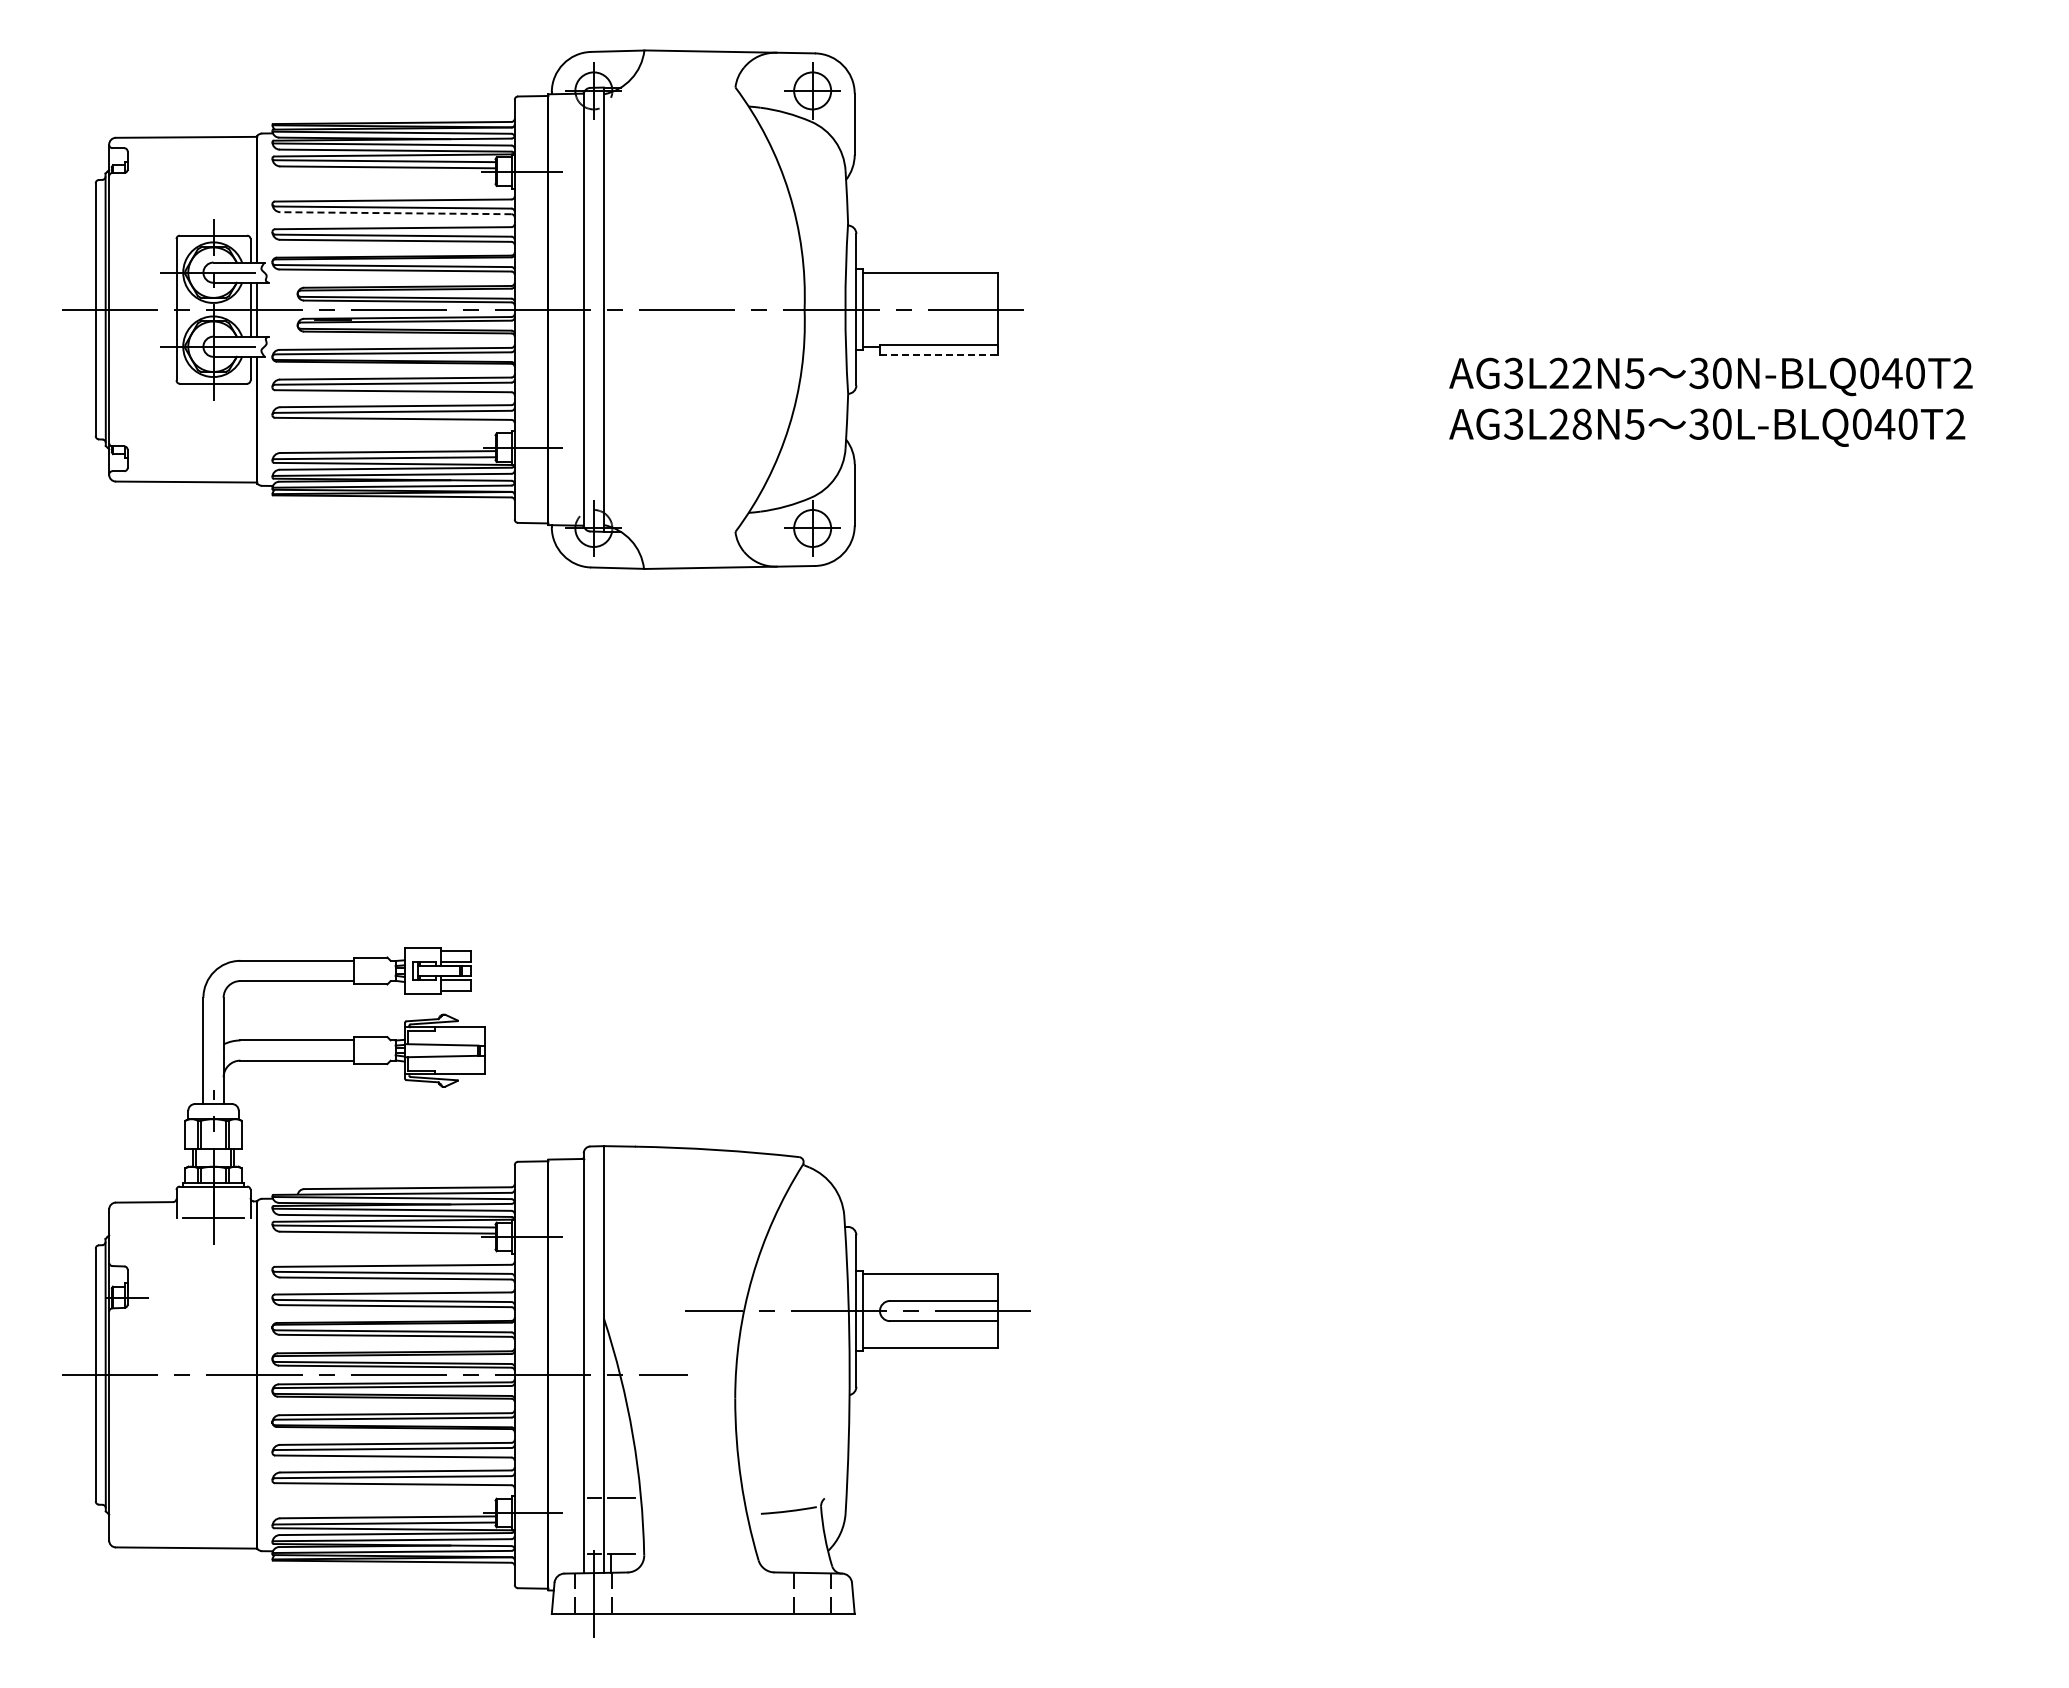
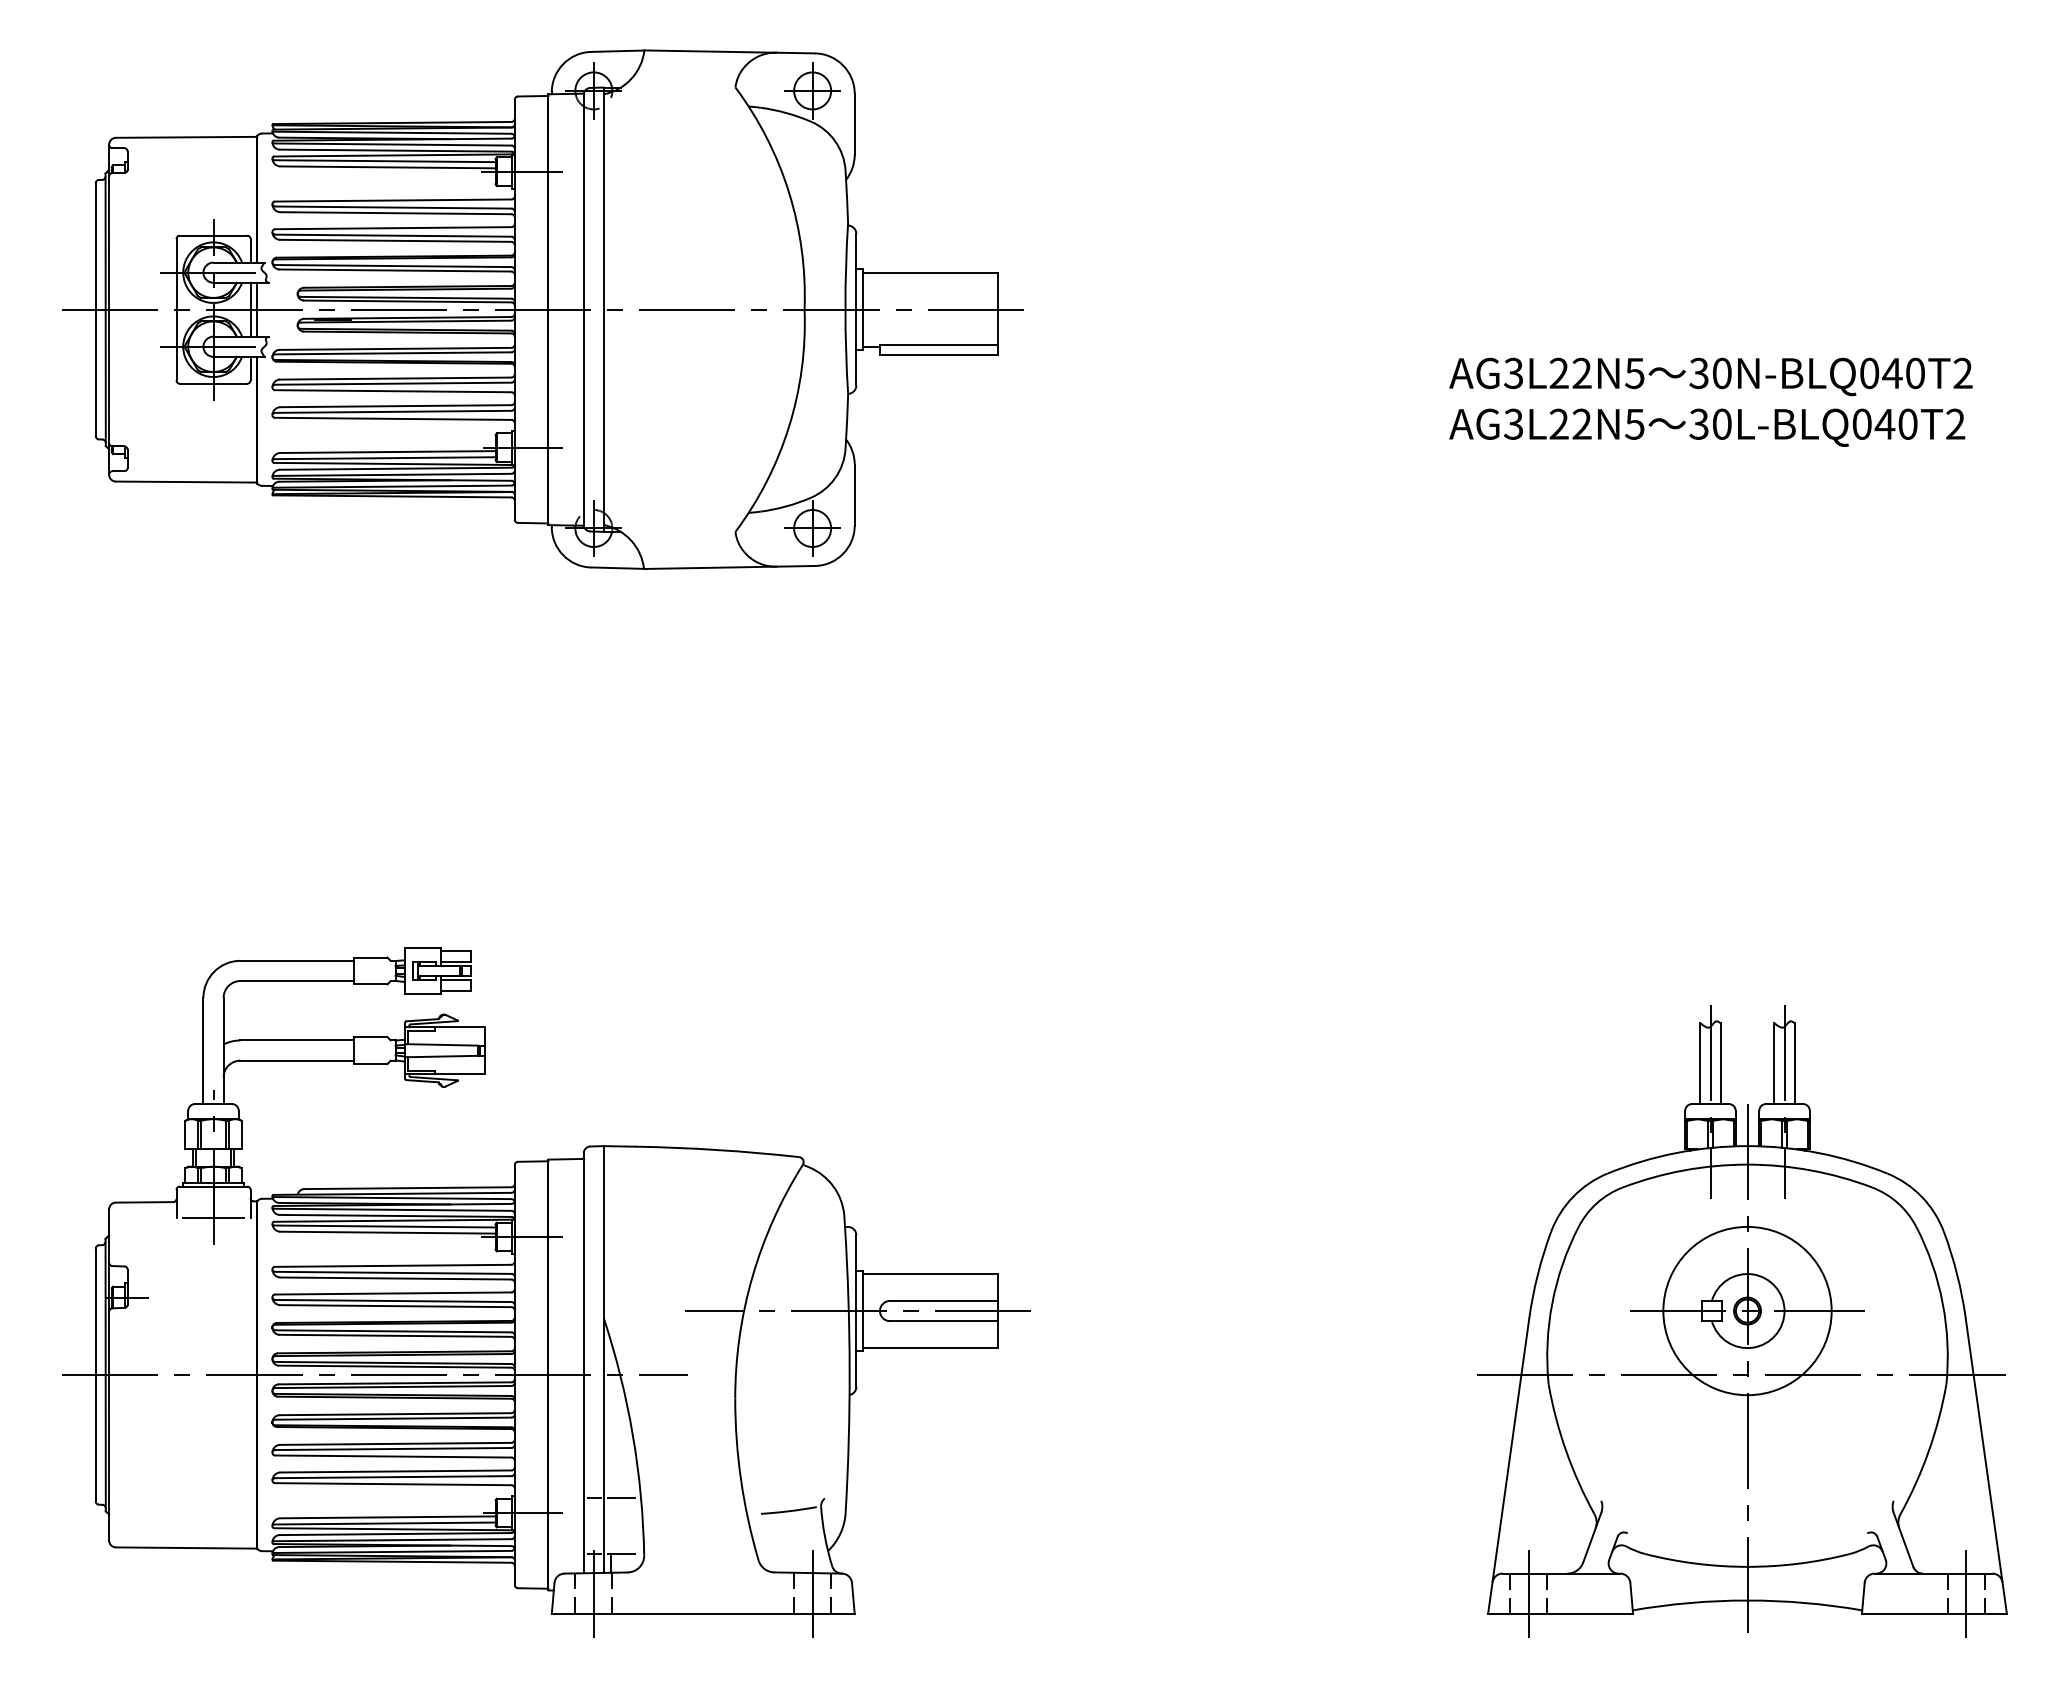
line at (395, 213): dashed -> solid
line at (938, 355): dashed -> solid
text at (1581, 423): AG3L28N5 -> AG3L22N5
part at (1742, 1321): none -> present
line at (812, 1593): none -> present
